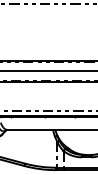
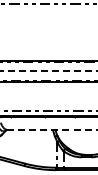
line at (48, 71): solid -> dashed
line at (52, 129): solid -> dashed
